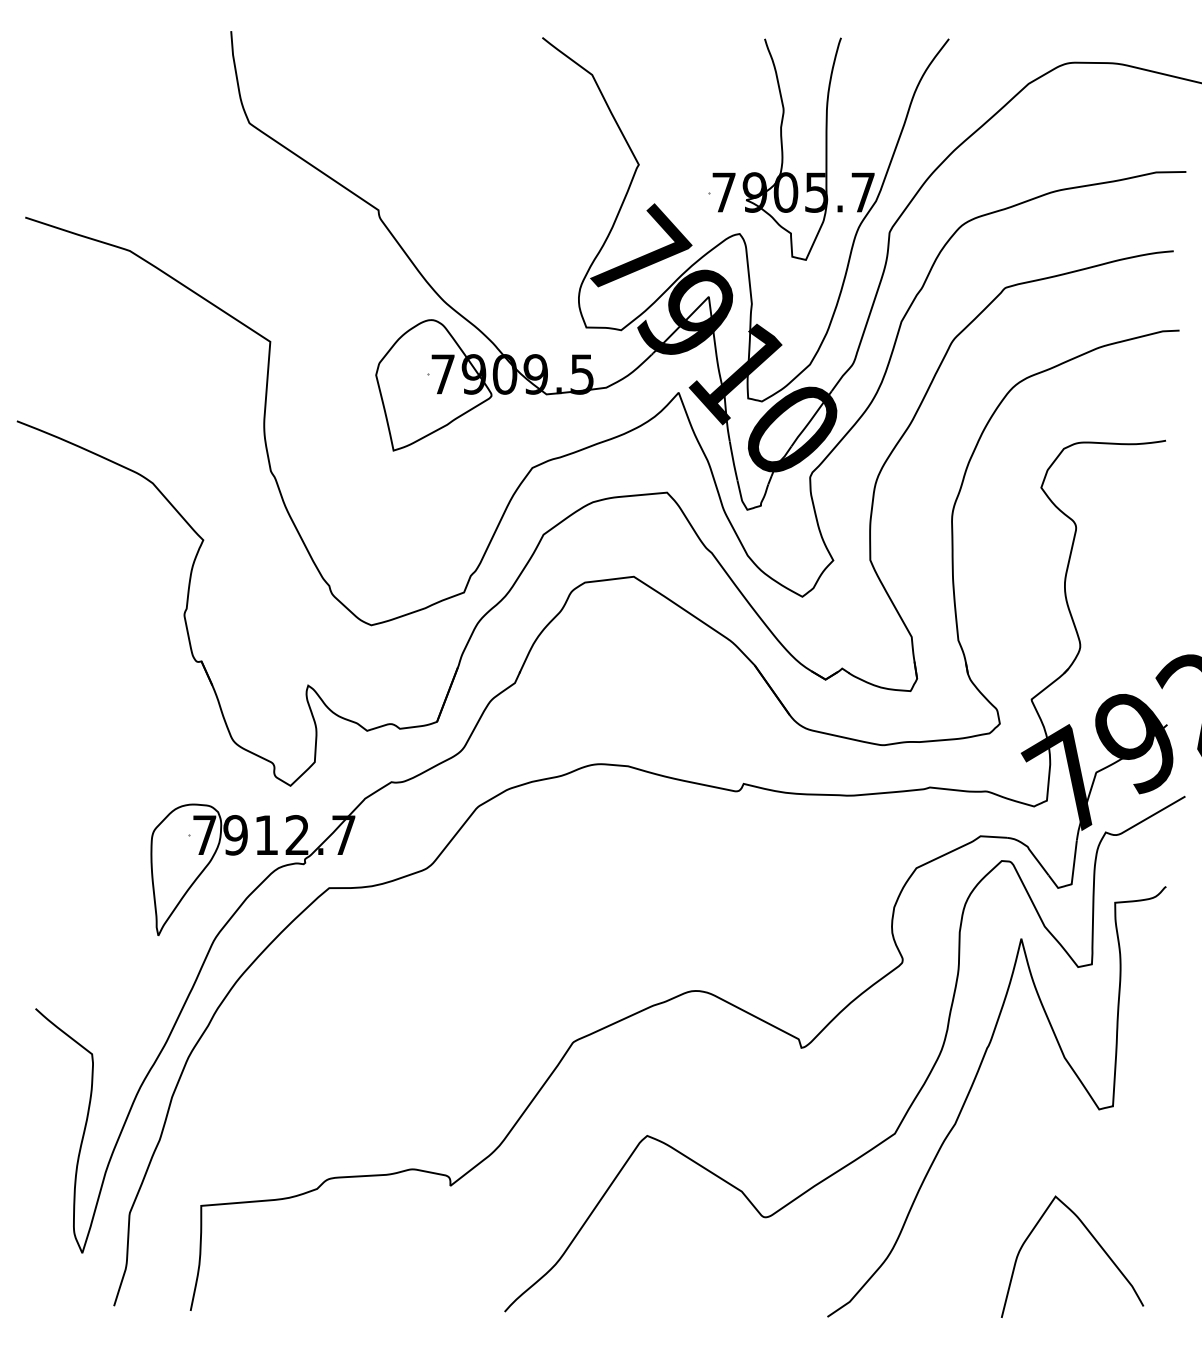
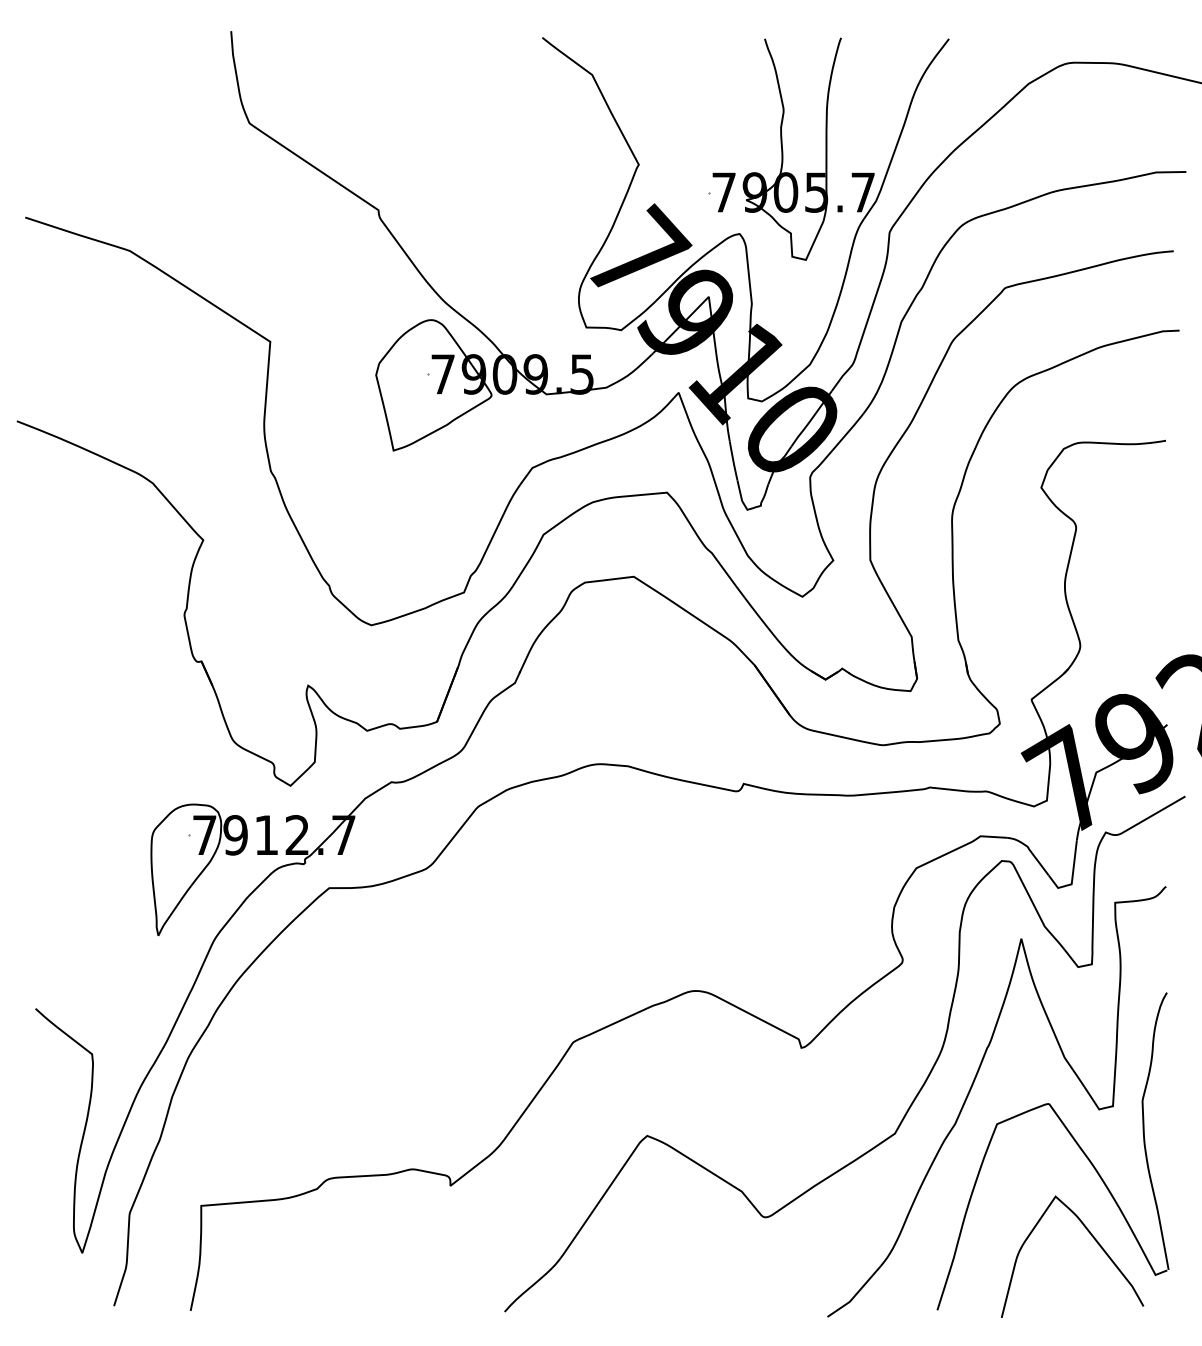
part at (1071, 1137): none -> present
